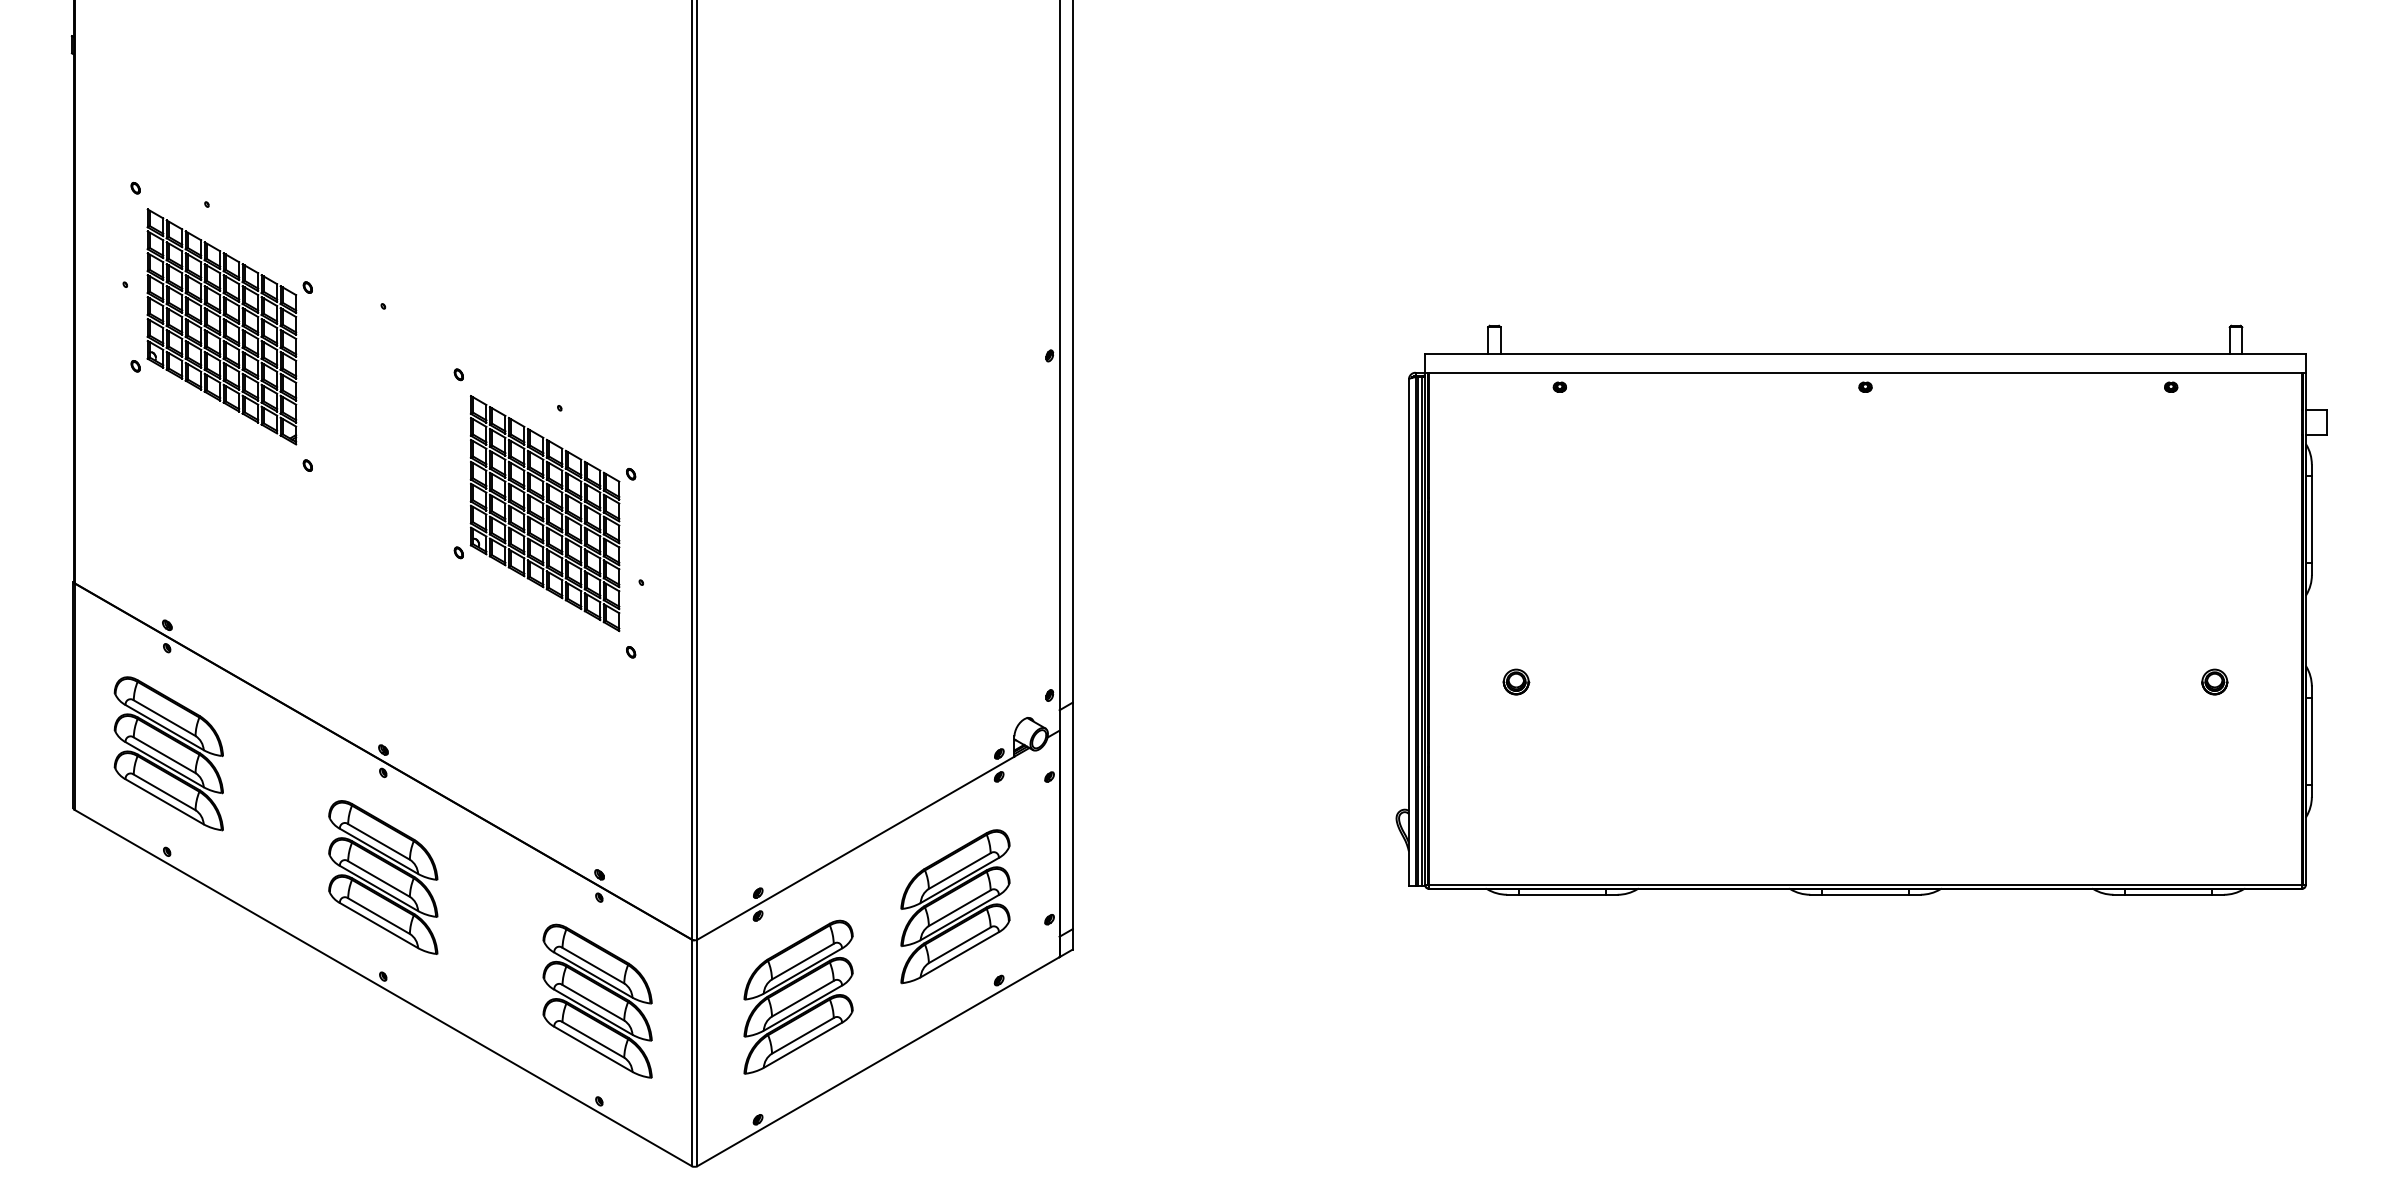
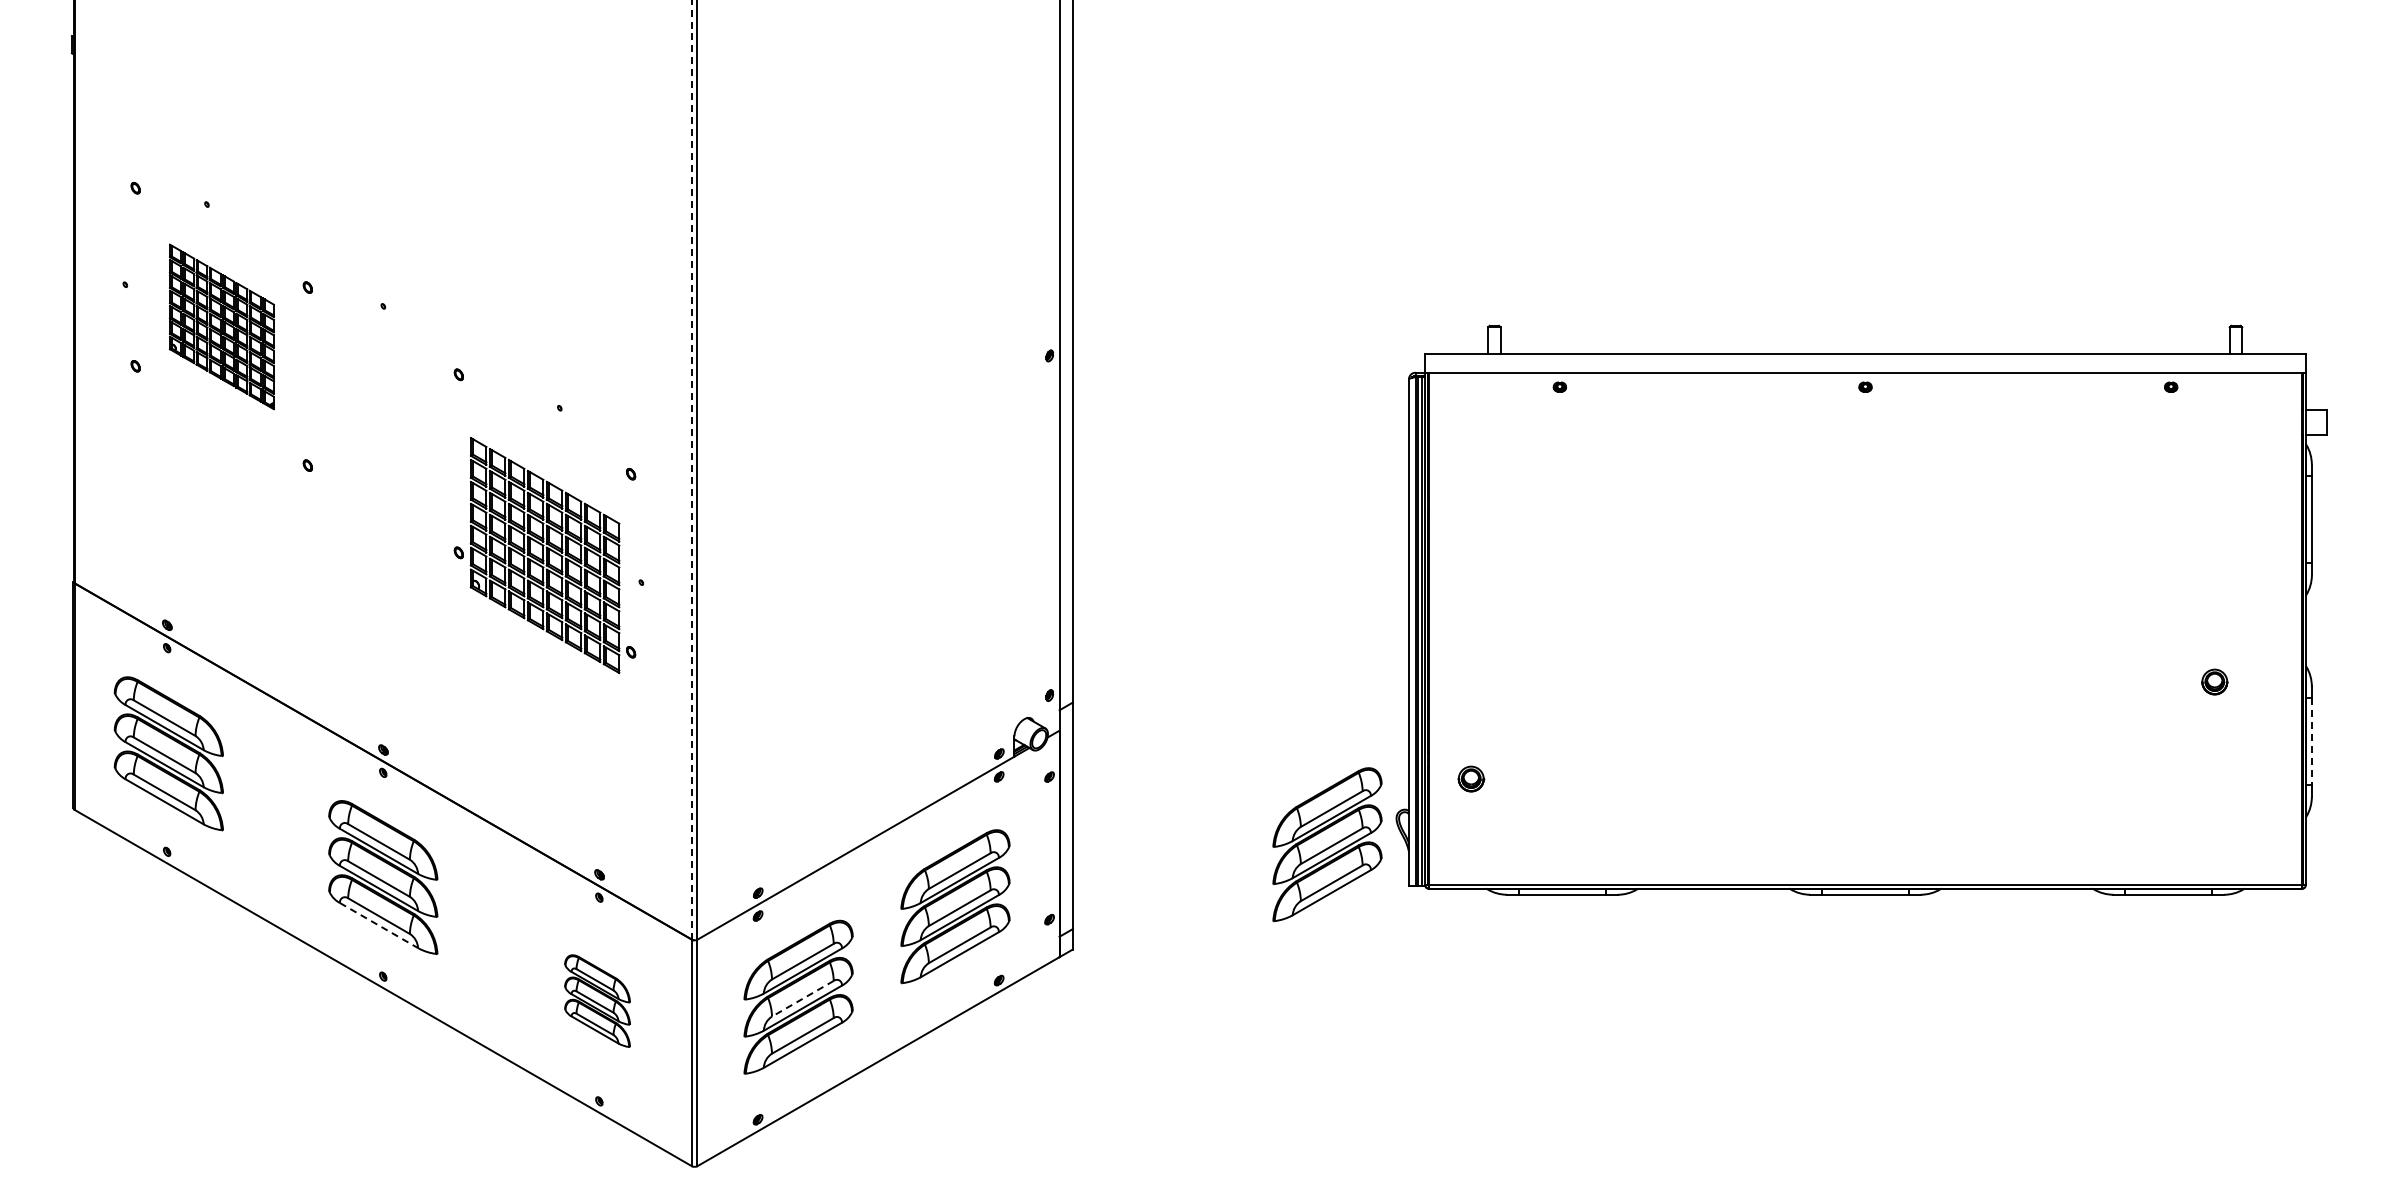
part at (221, 326) size: 152x238 px -> 107x168 px
line at (692, 469): solid -> dashed
part at (544, 513) position: (544, 513) -> (544, 555)
part at (1516, 681) position: (1516, 681) -> (1471, 778)
line at (2311, 741): solid -> dashed
part at (1327, 844): none -> present
line at (379, 925): solid -> dashed
line at (802, 998): solid -> dashed
part at (597, 1000) size: 111x156 px -> 67x94 px
